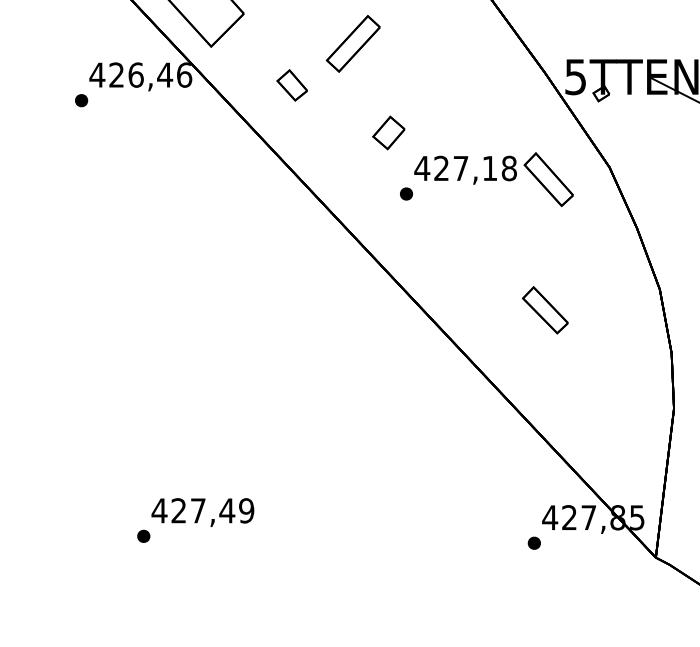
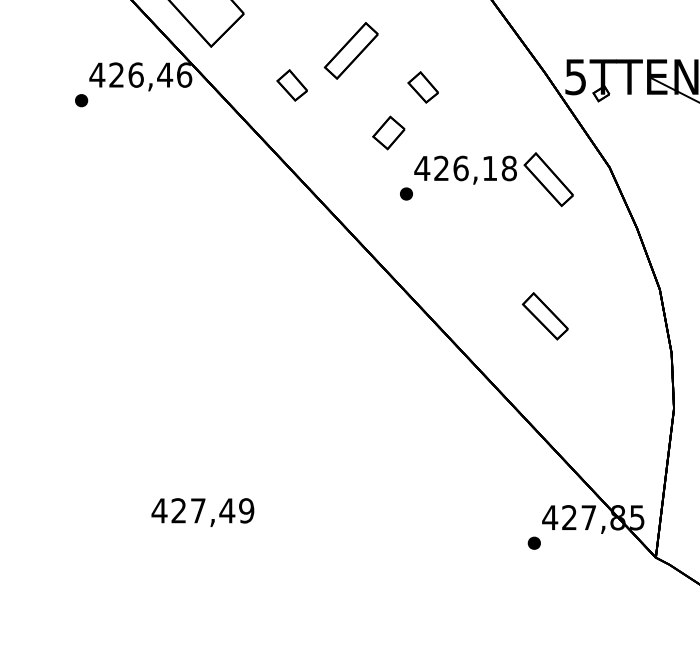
part at (352, 43) position: (352, 43) -> (350, 50)
part at (422, 87): none -> present
text at (460, 168): 427,18 -> 426,18
part at (544, 310) position: (544, 310) -> (544, 316)
part at (143, 535): present -> none
